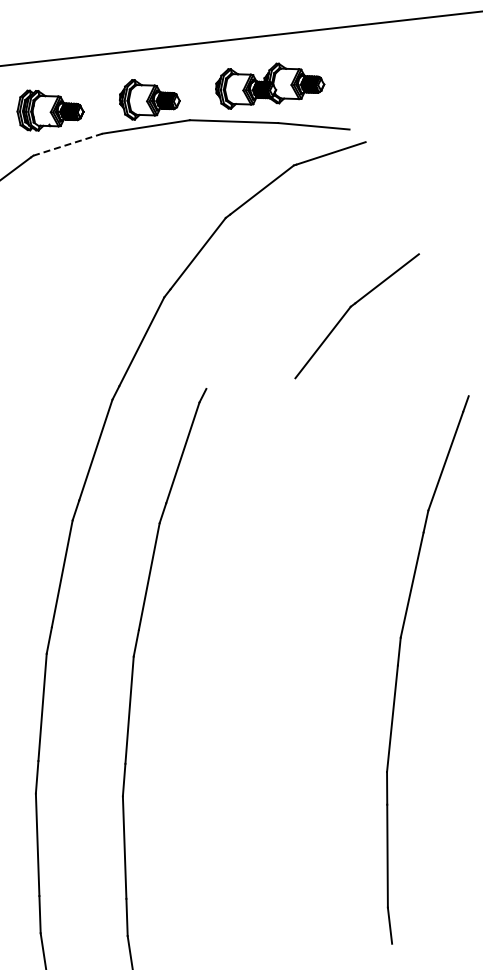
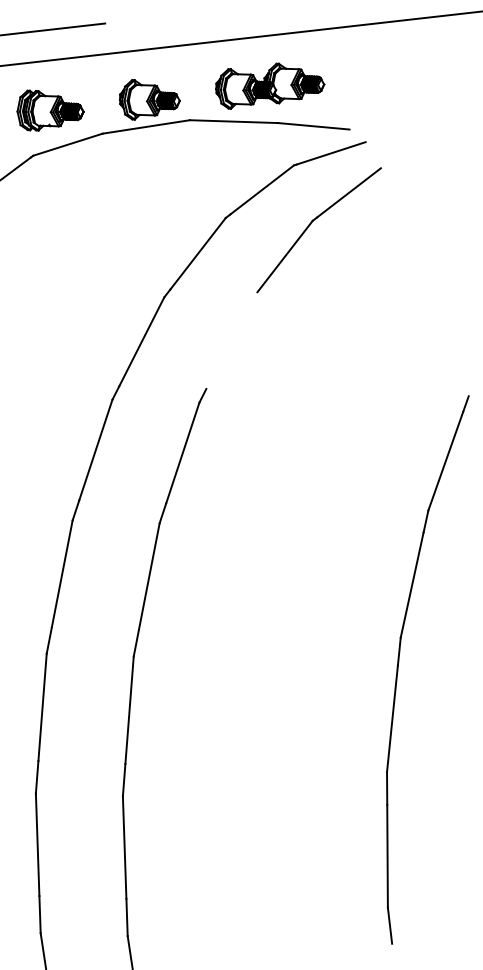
line at (53, 29): none -> present
line at (67, 144): dashed -> solid
part at (349, 310) position: (349, 310) -> (311, 224)
